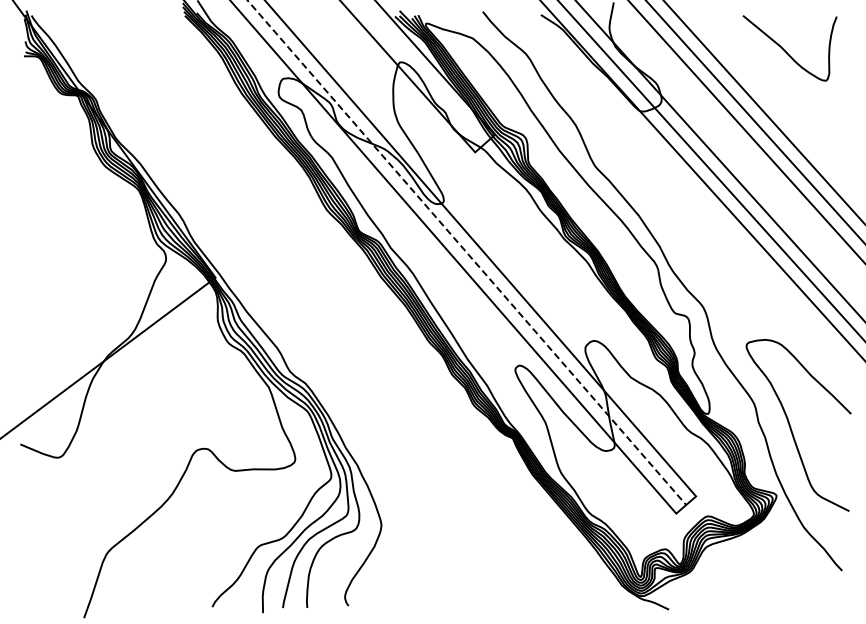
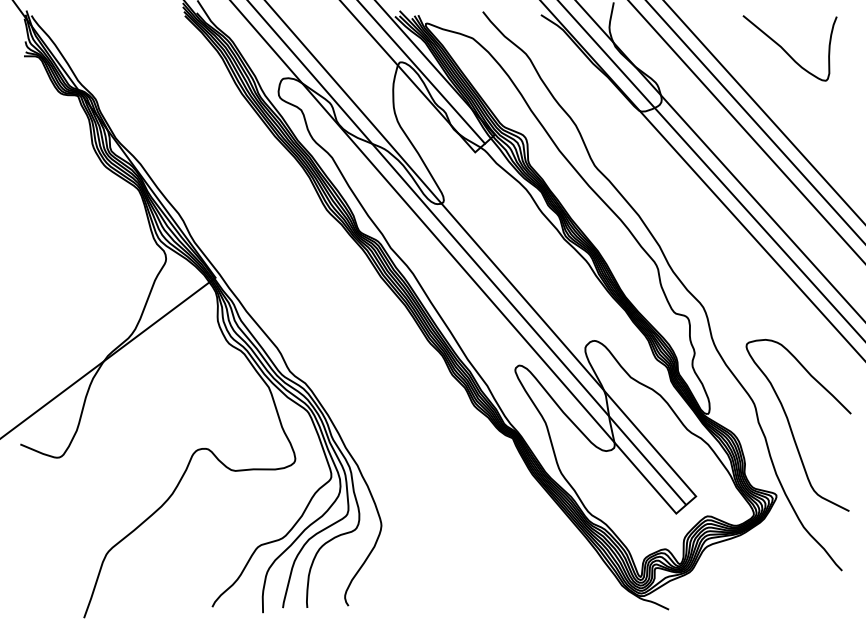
line at (422, 72): none -> present
line at (467, 253): dashed -> solid
